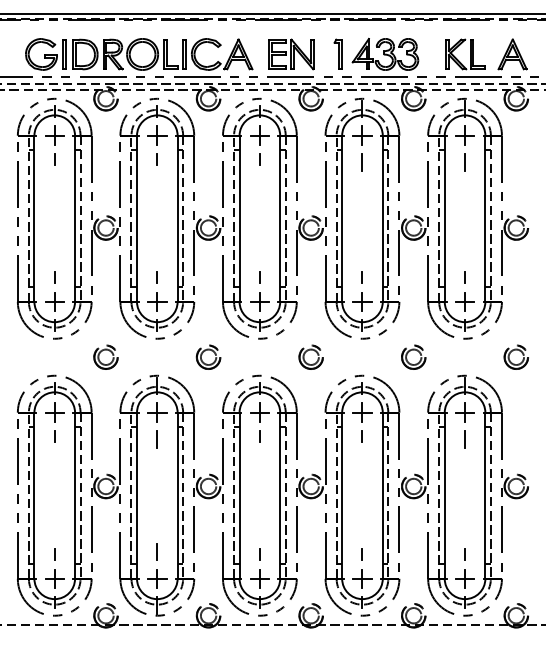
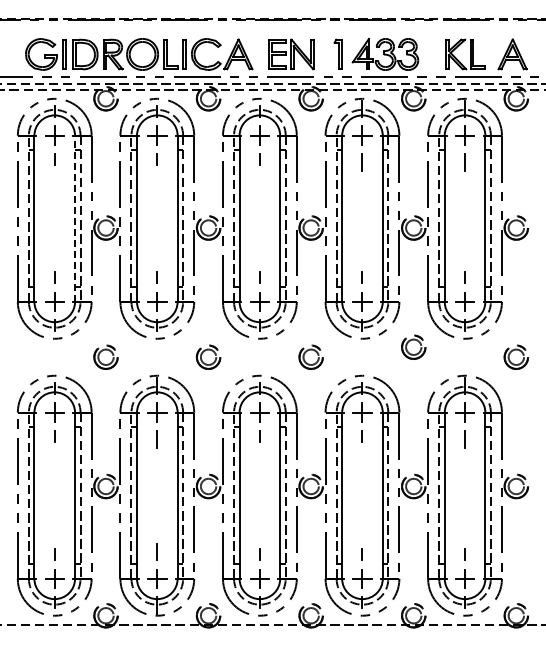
line at (272, 13): present -> none
line at (75, 218): solid -> dashed
part at (413, 356) position: (413, 356) -> (413, 346)
